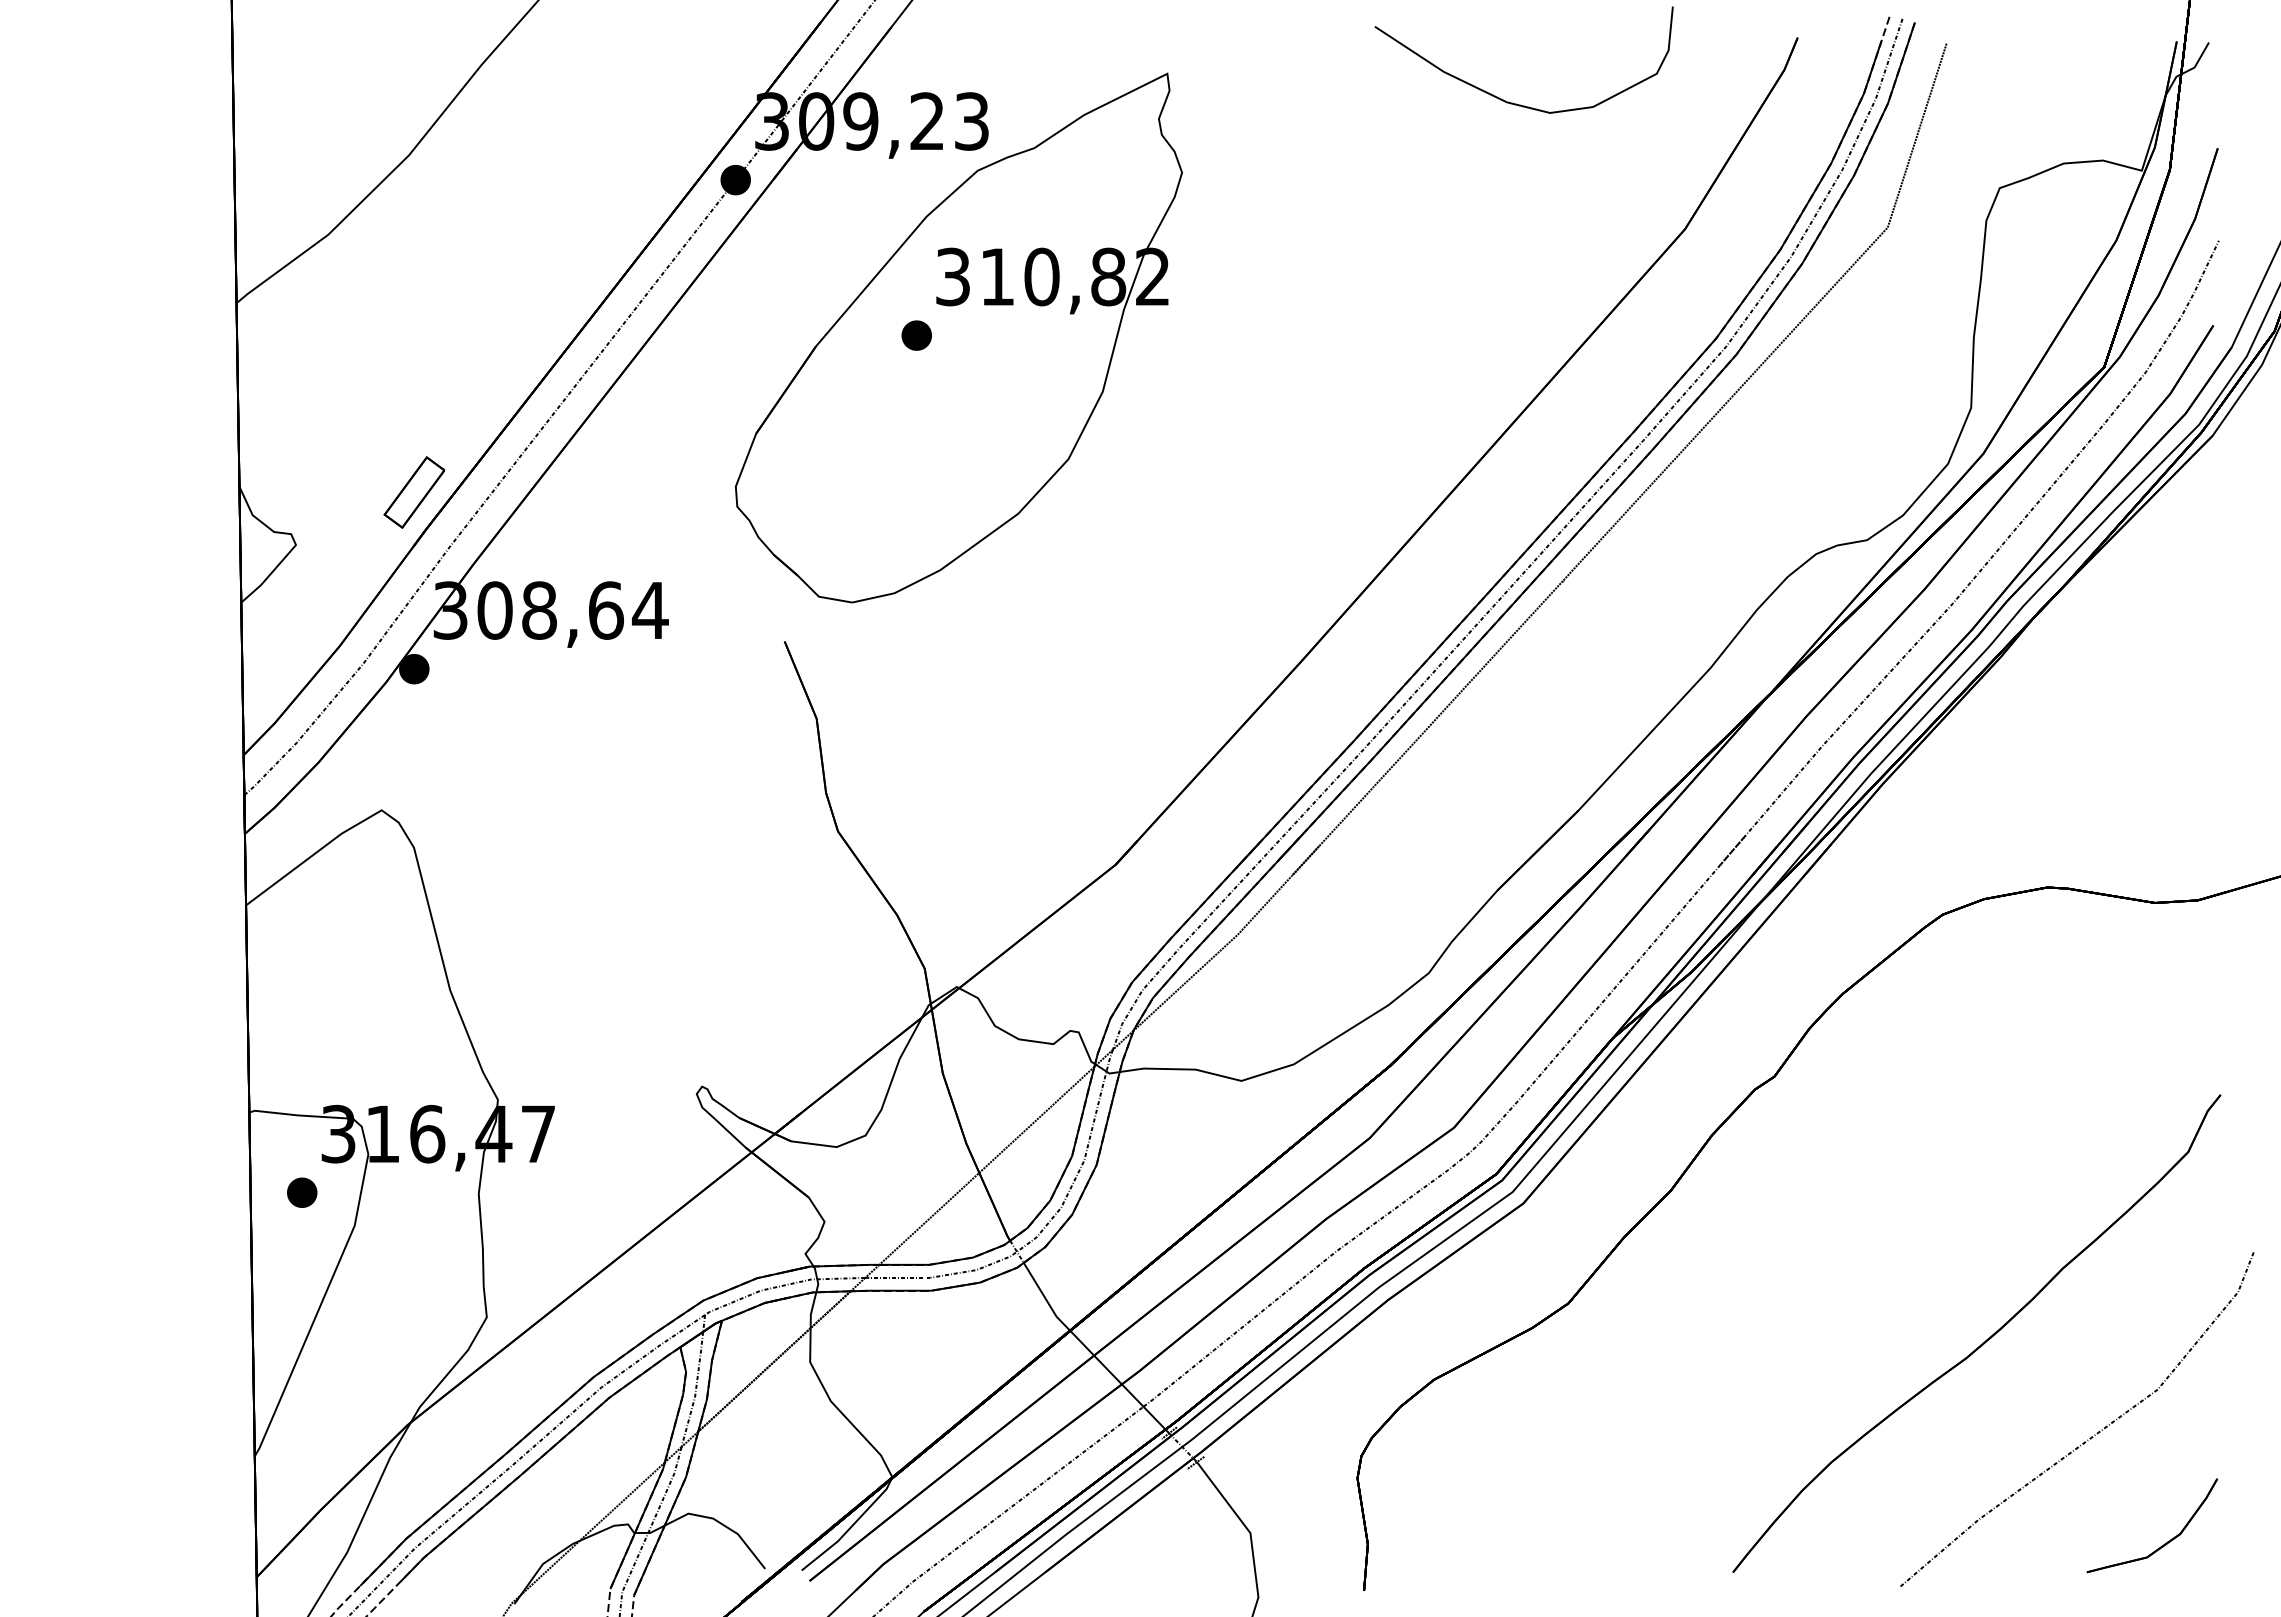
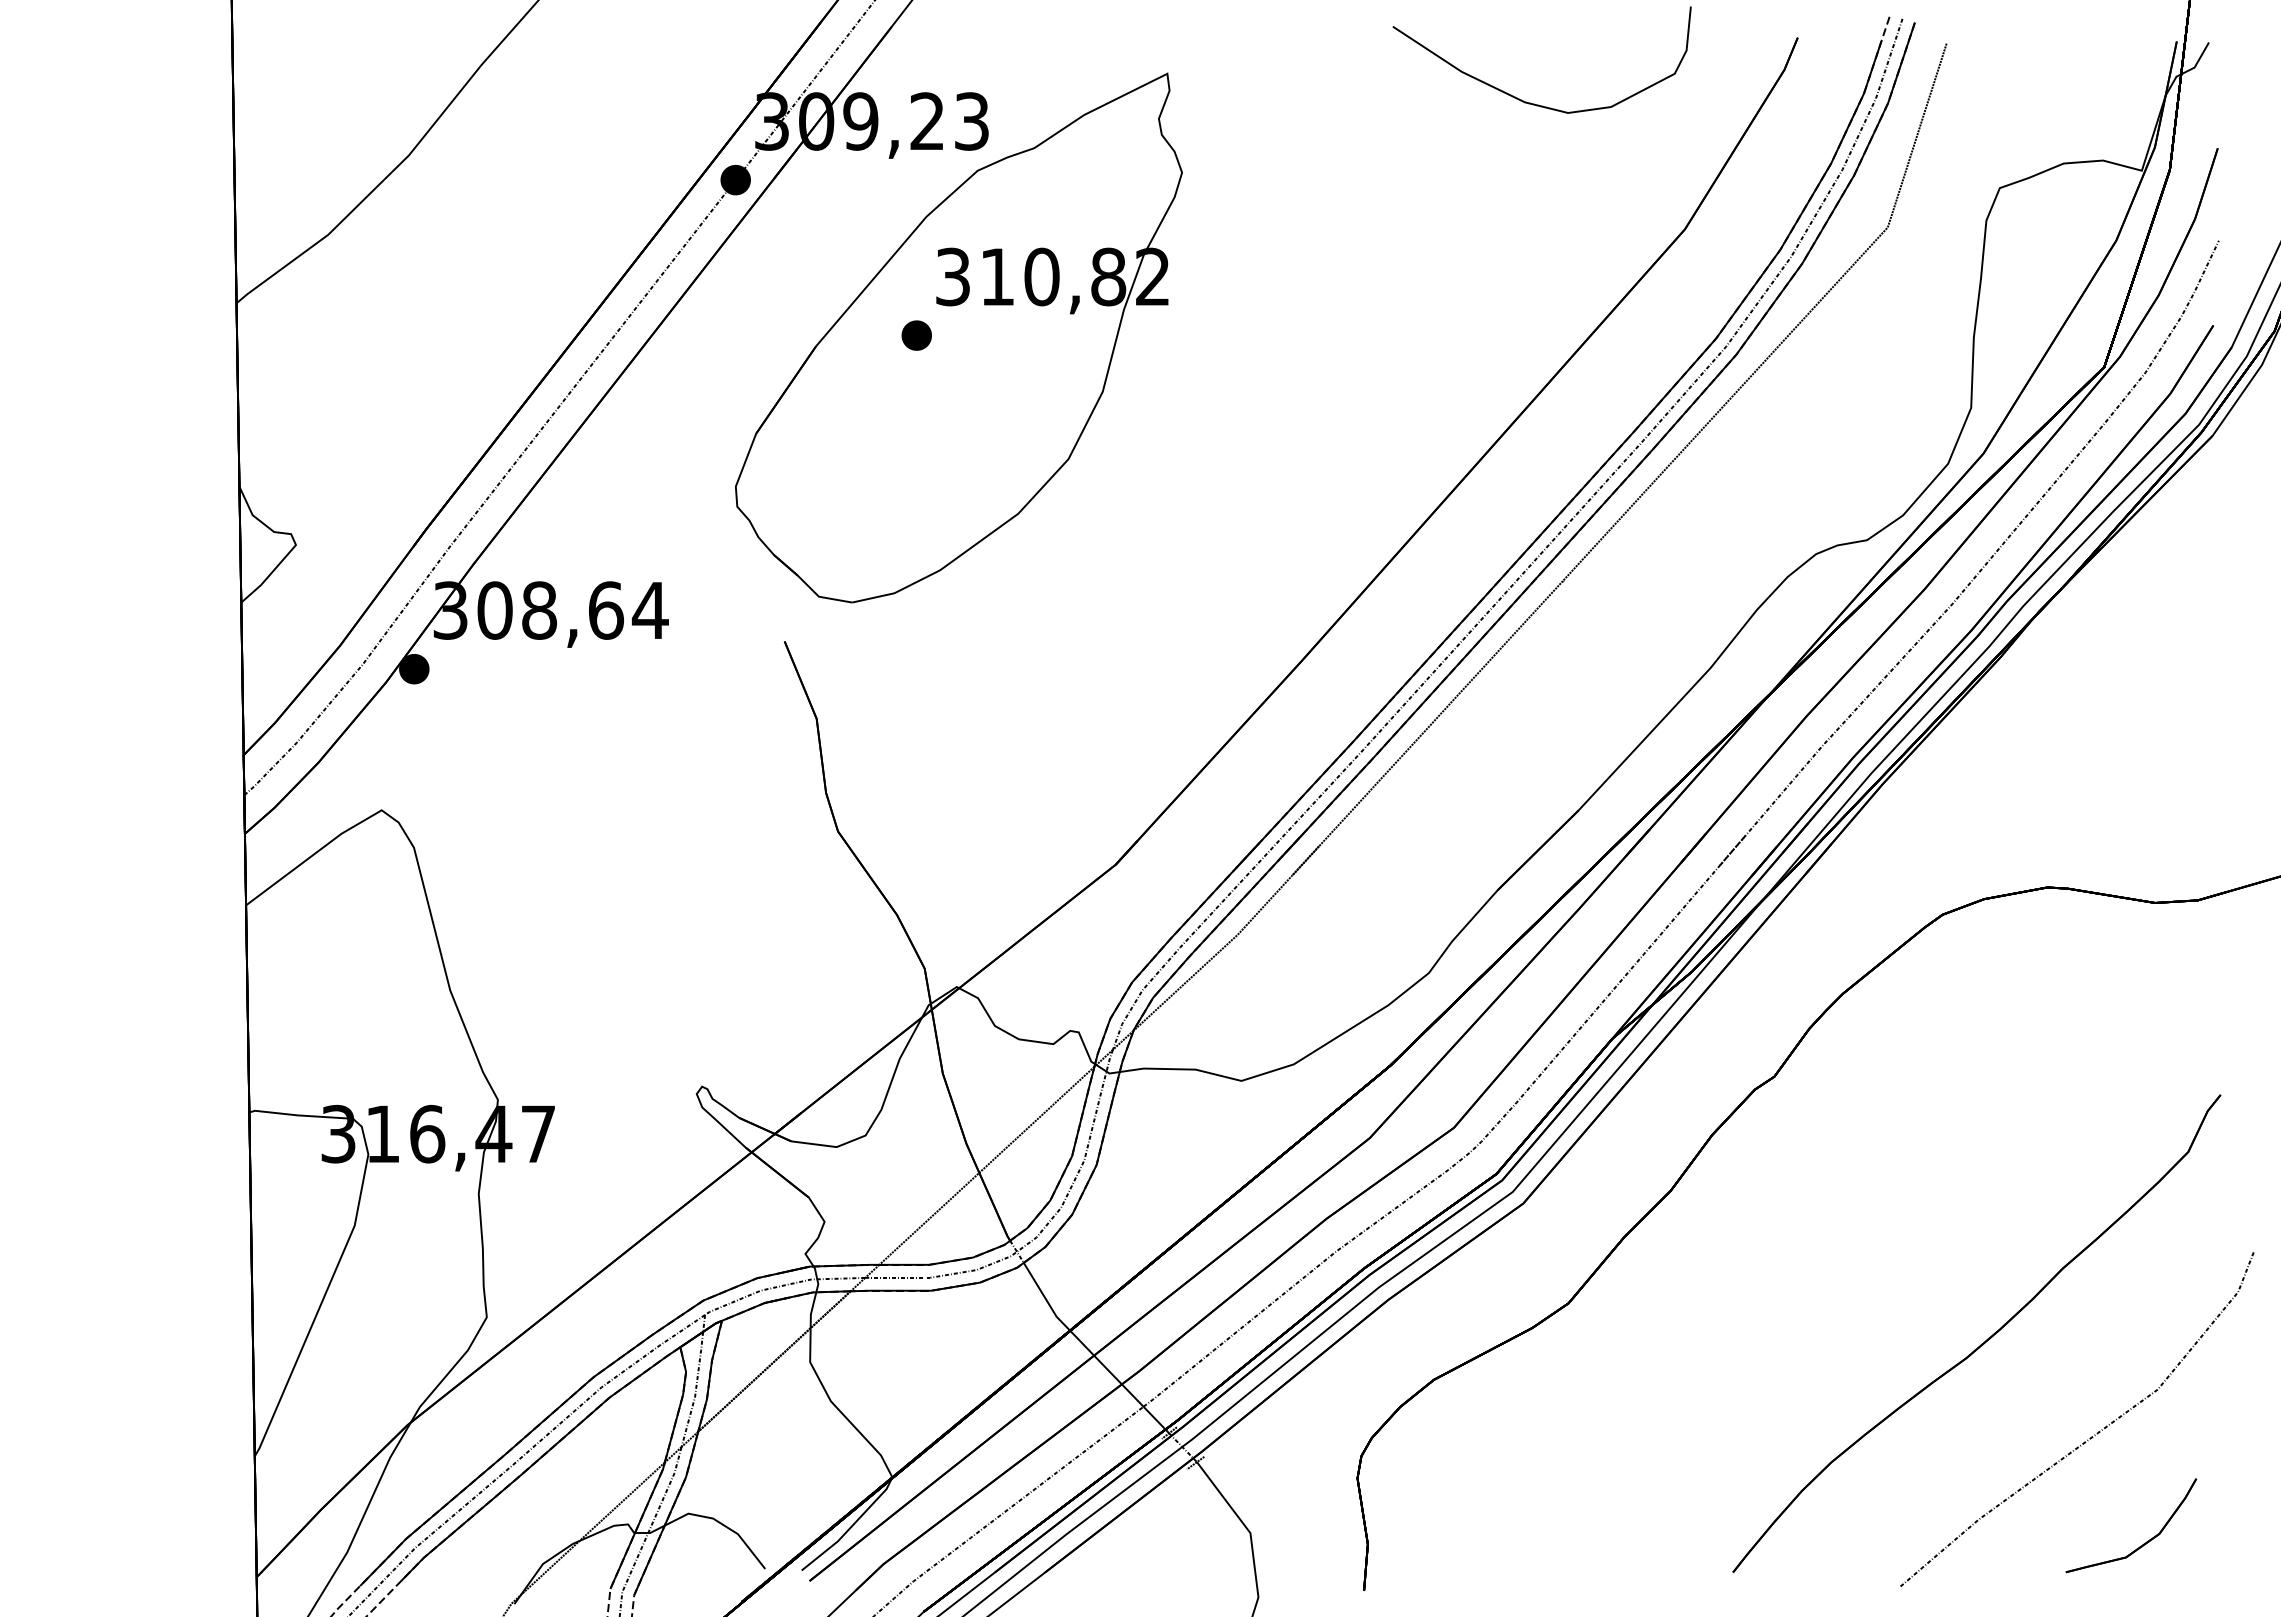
part at (1512, 102) position: (1512, 102) -> (1530, 102)
part at (413, 492): present -> none
part at (302, 1192): present -> none
part at (2164, 1543) position: (2164, 1543) -> (2143, 1543)
